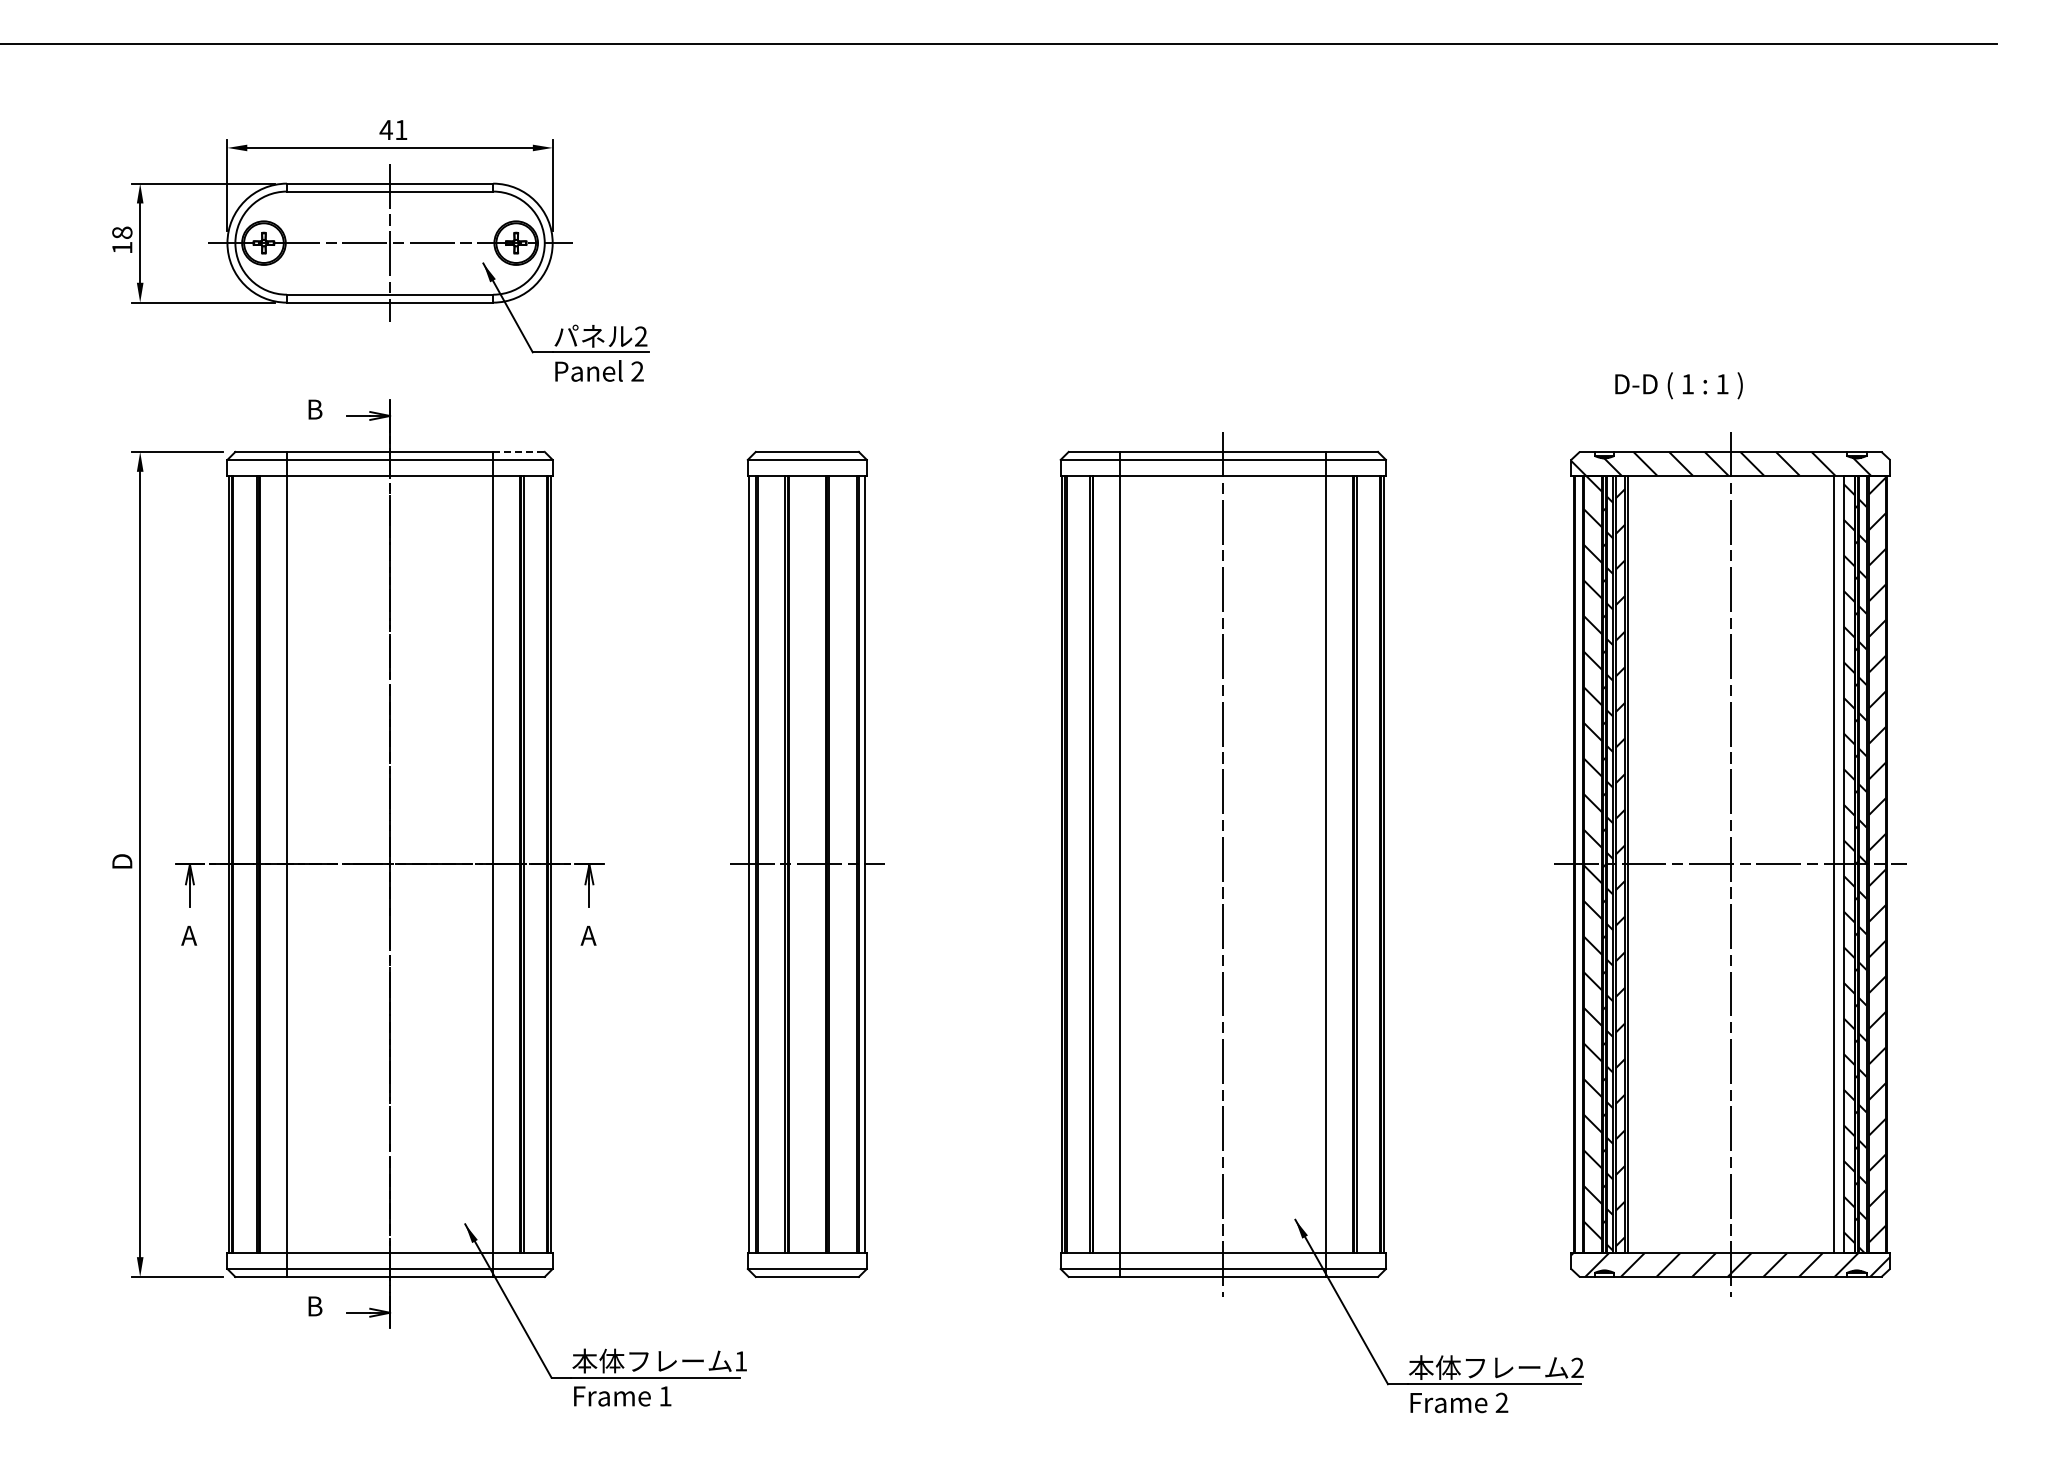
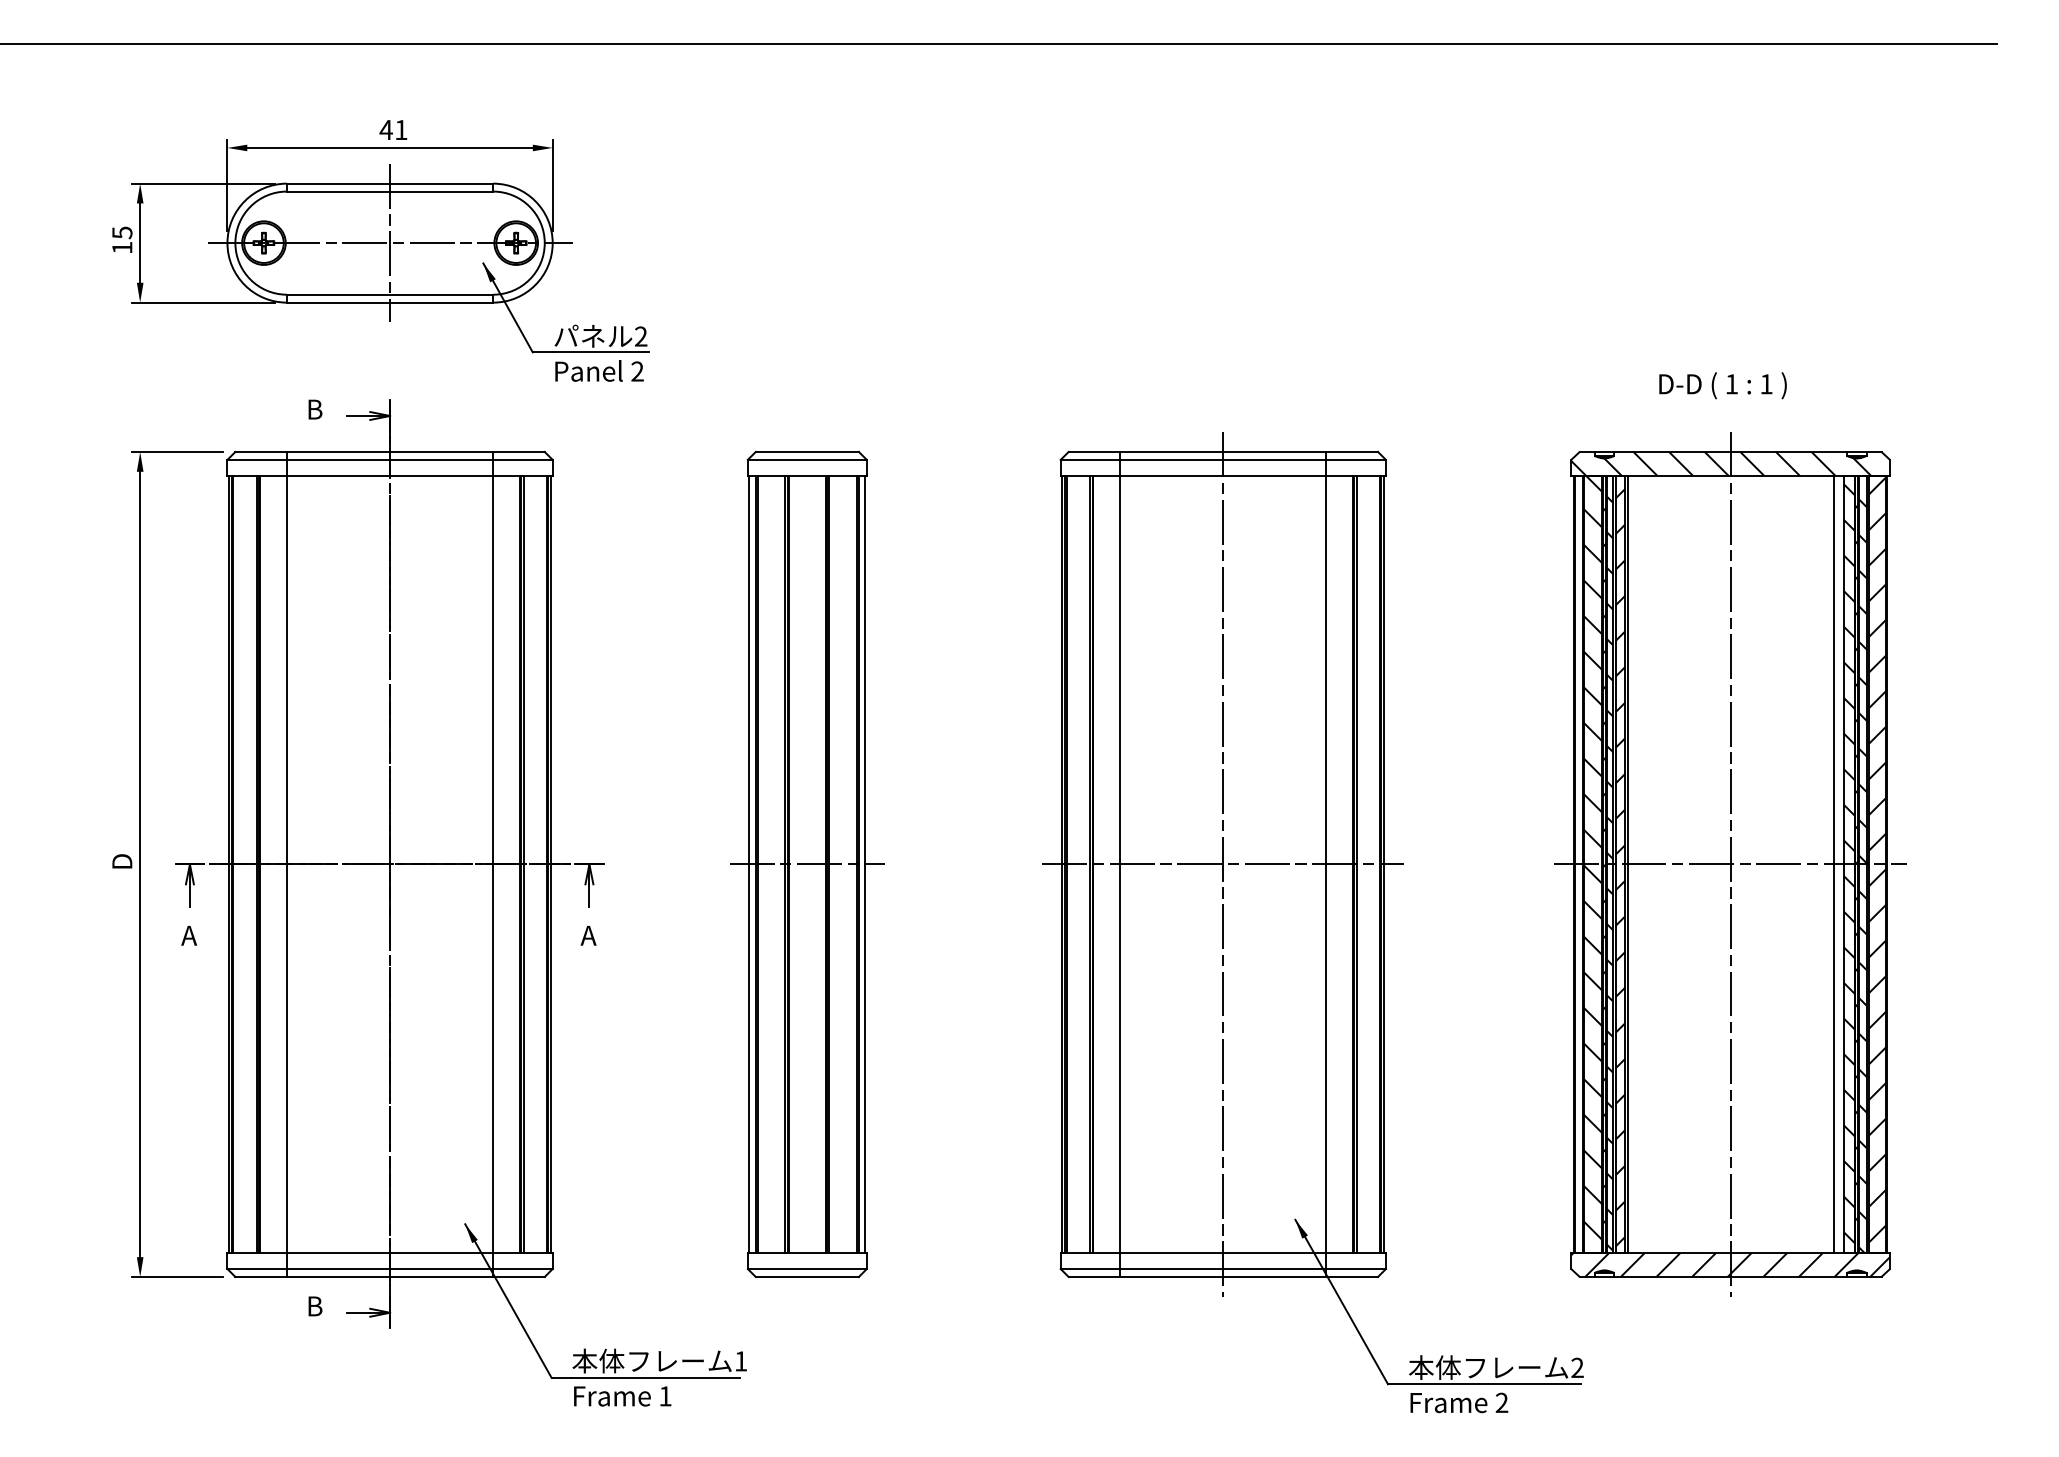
text at (122, 232): 18 -> 15
text at (1678, 385) position: (1678, 385) -> (1722, 385)
line at (518, 451): dashed -> solid
line at (1223, 864): none -> present
